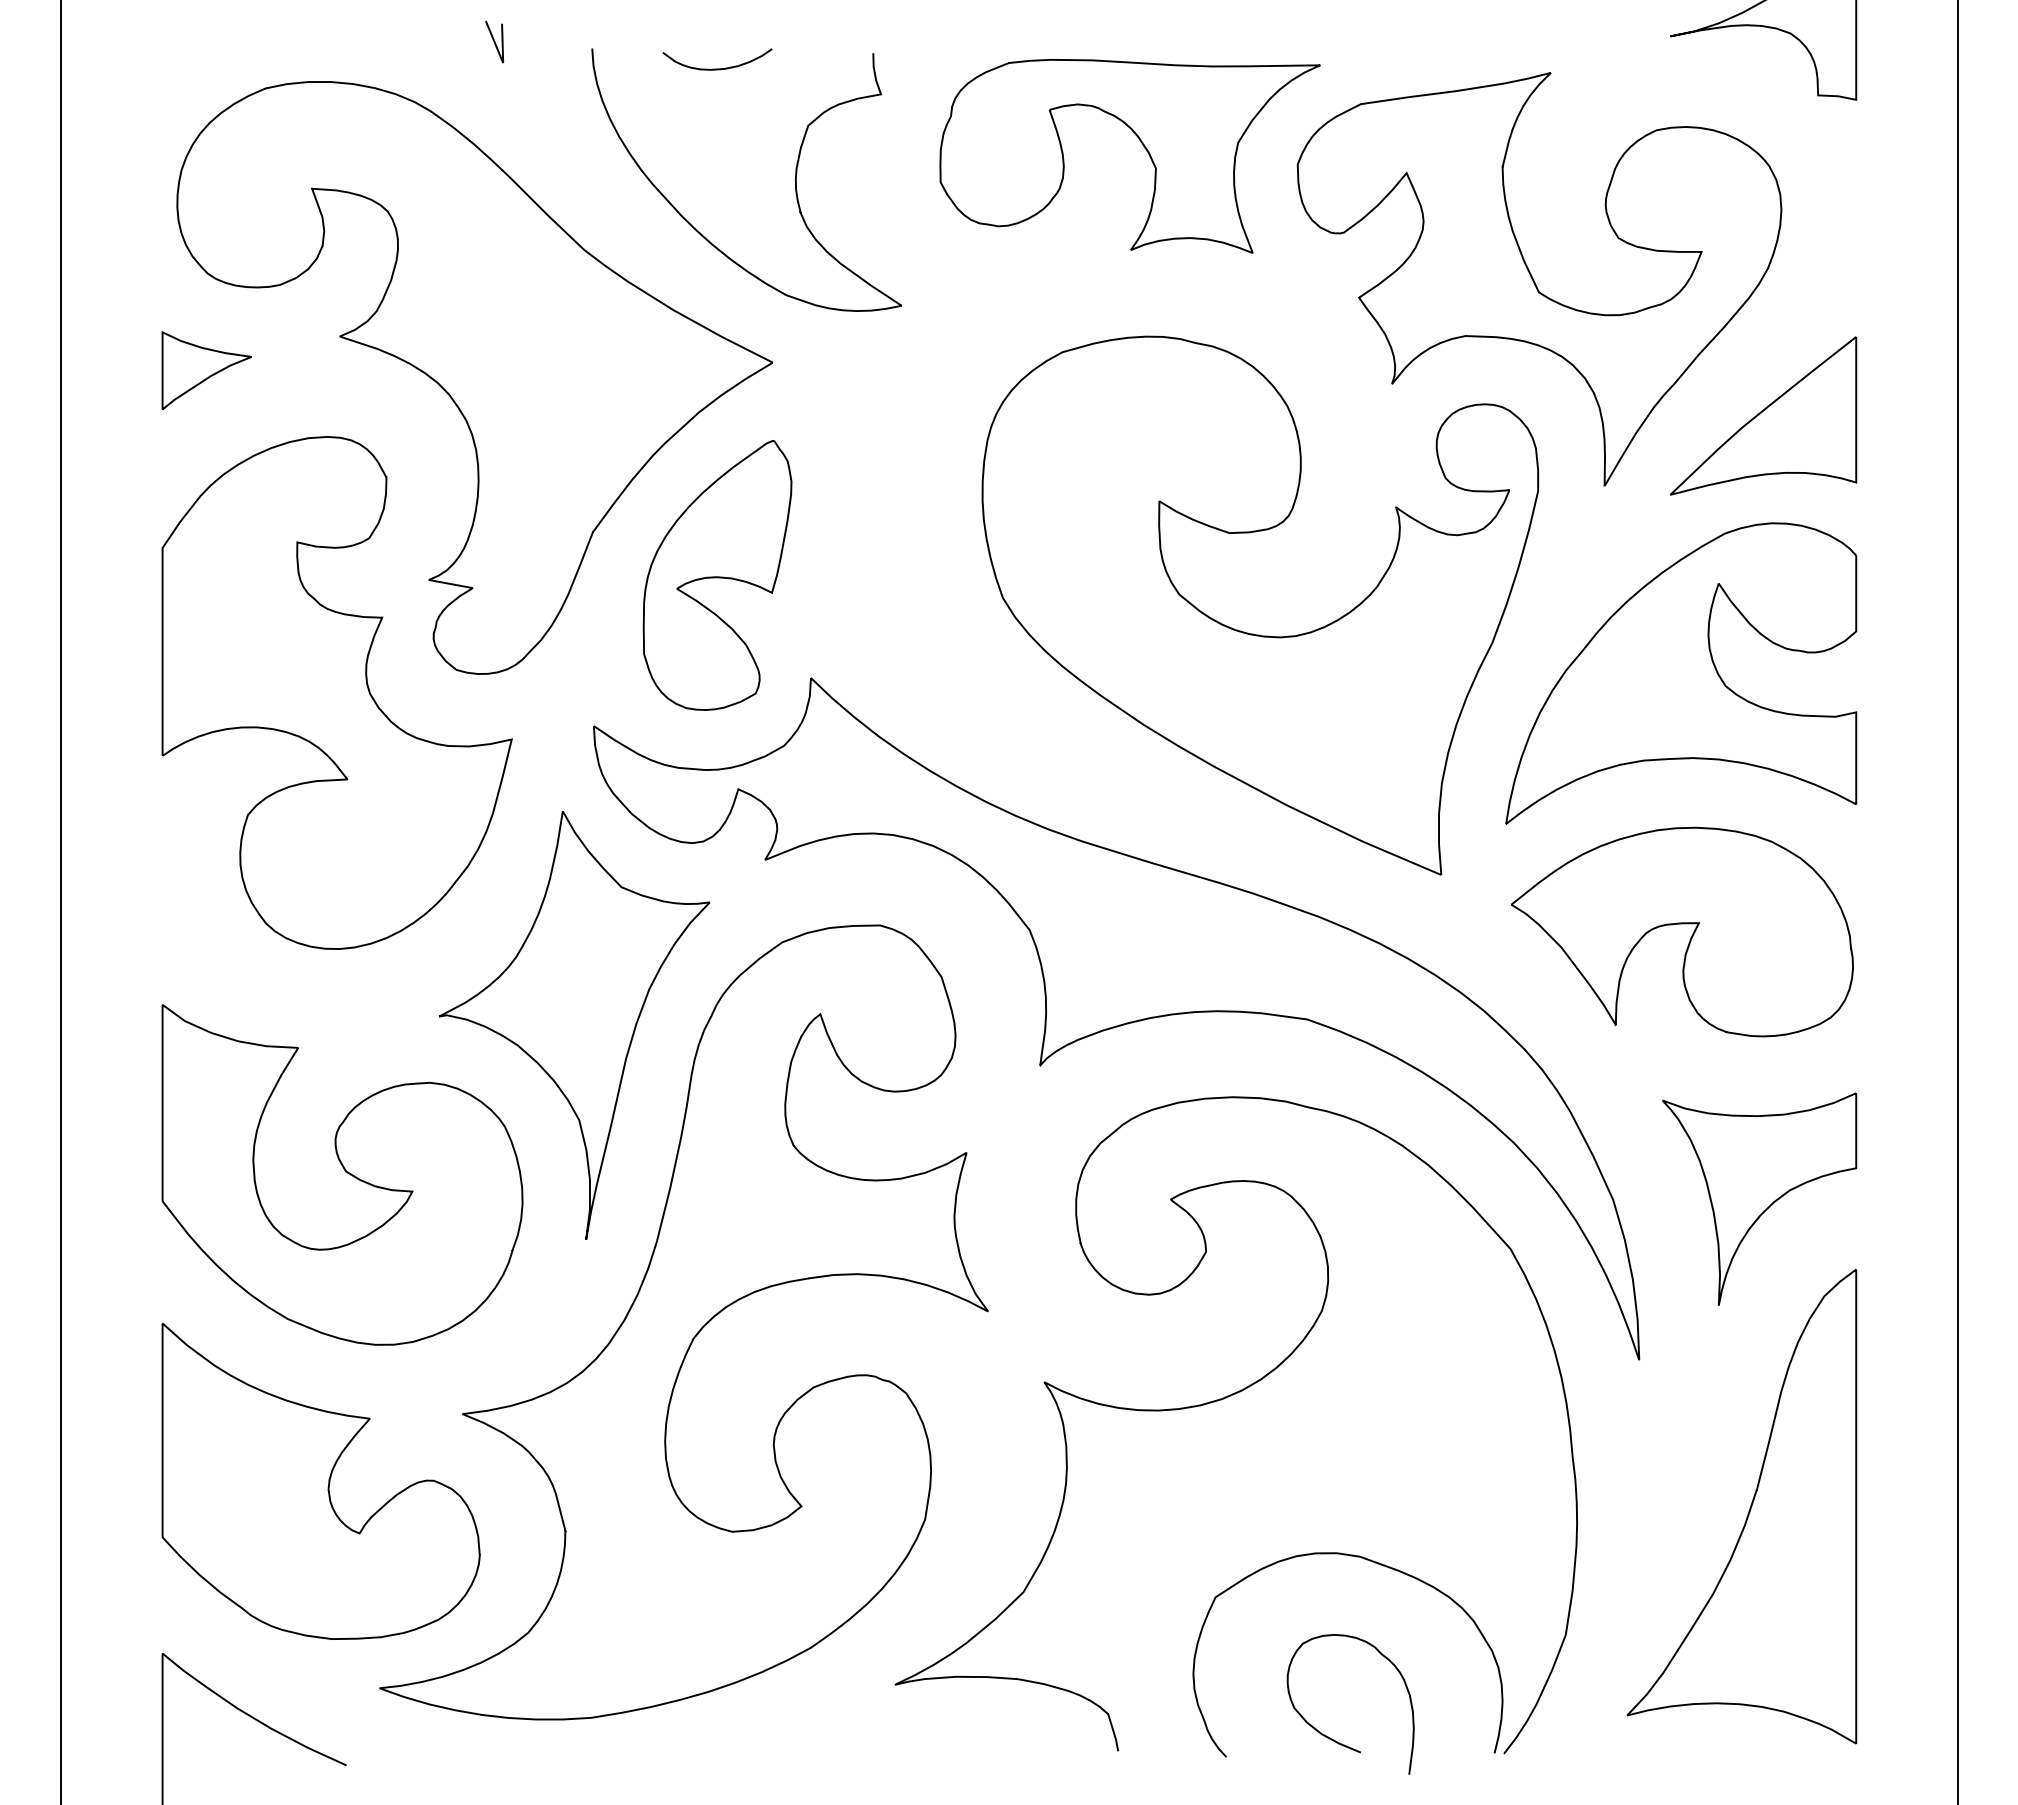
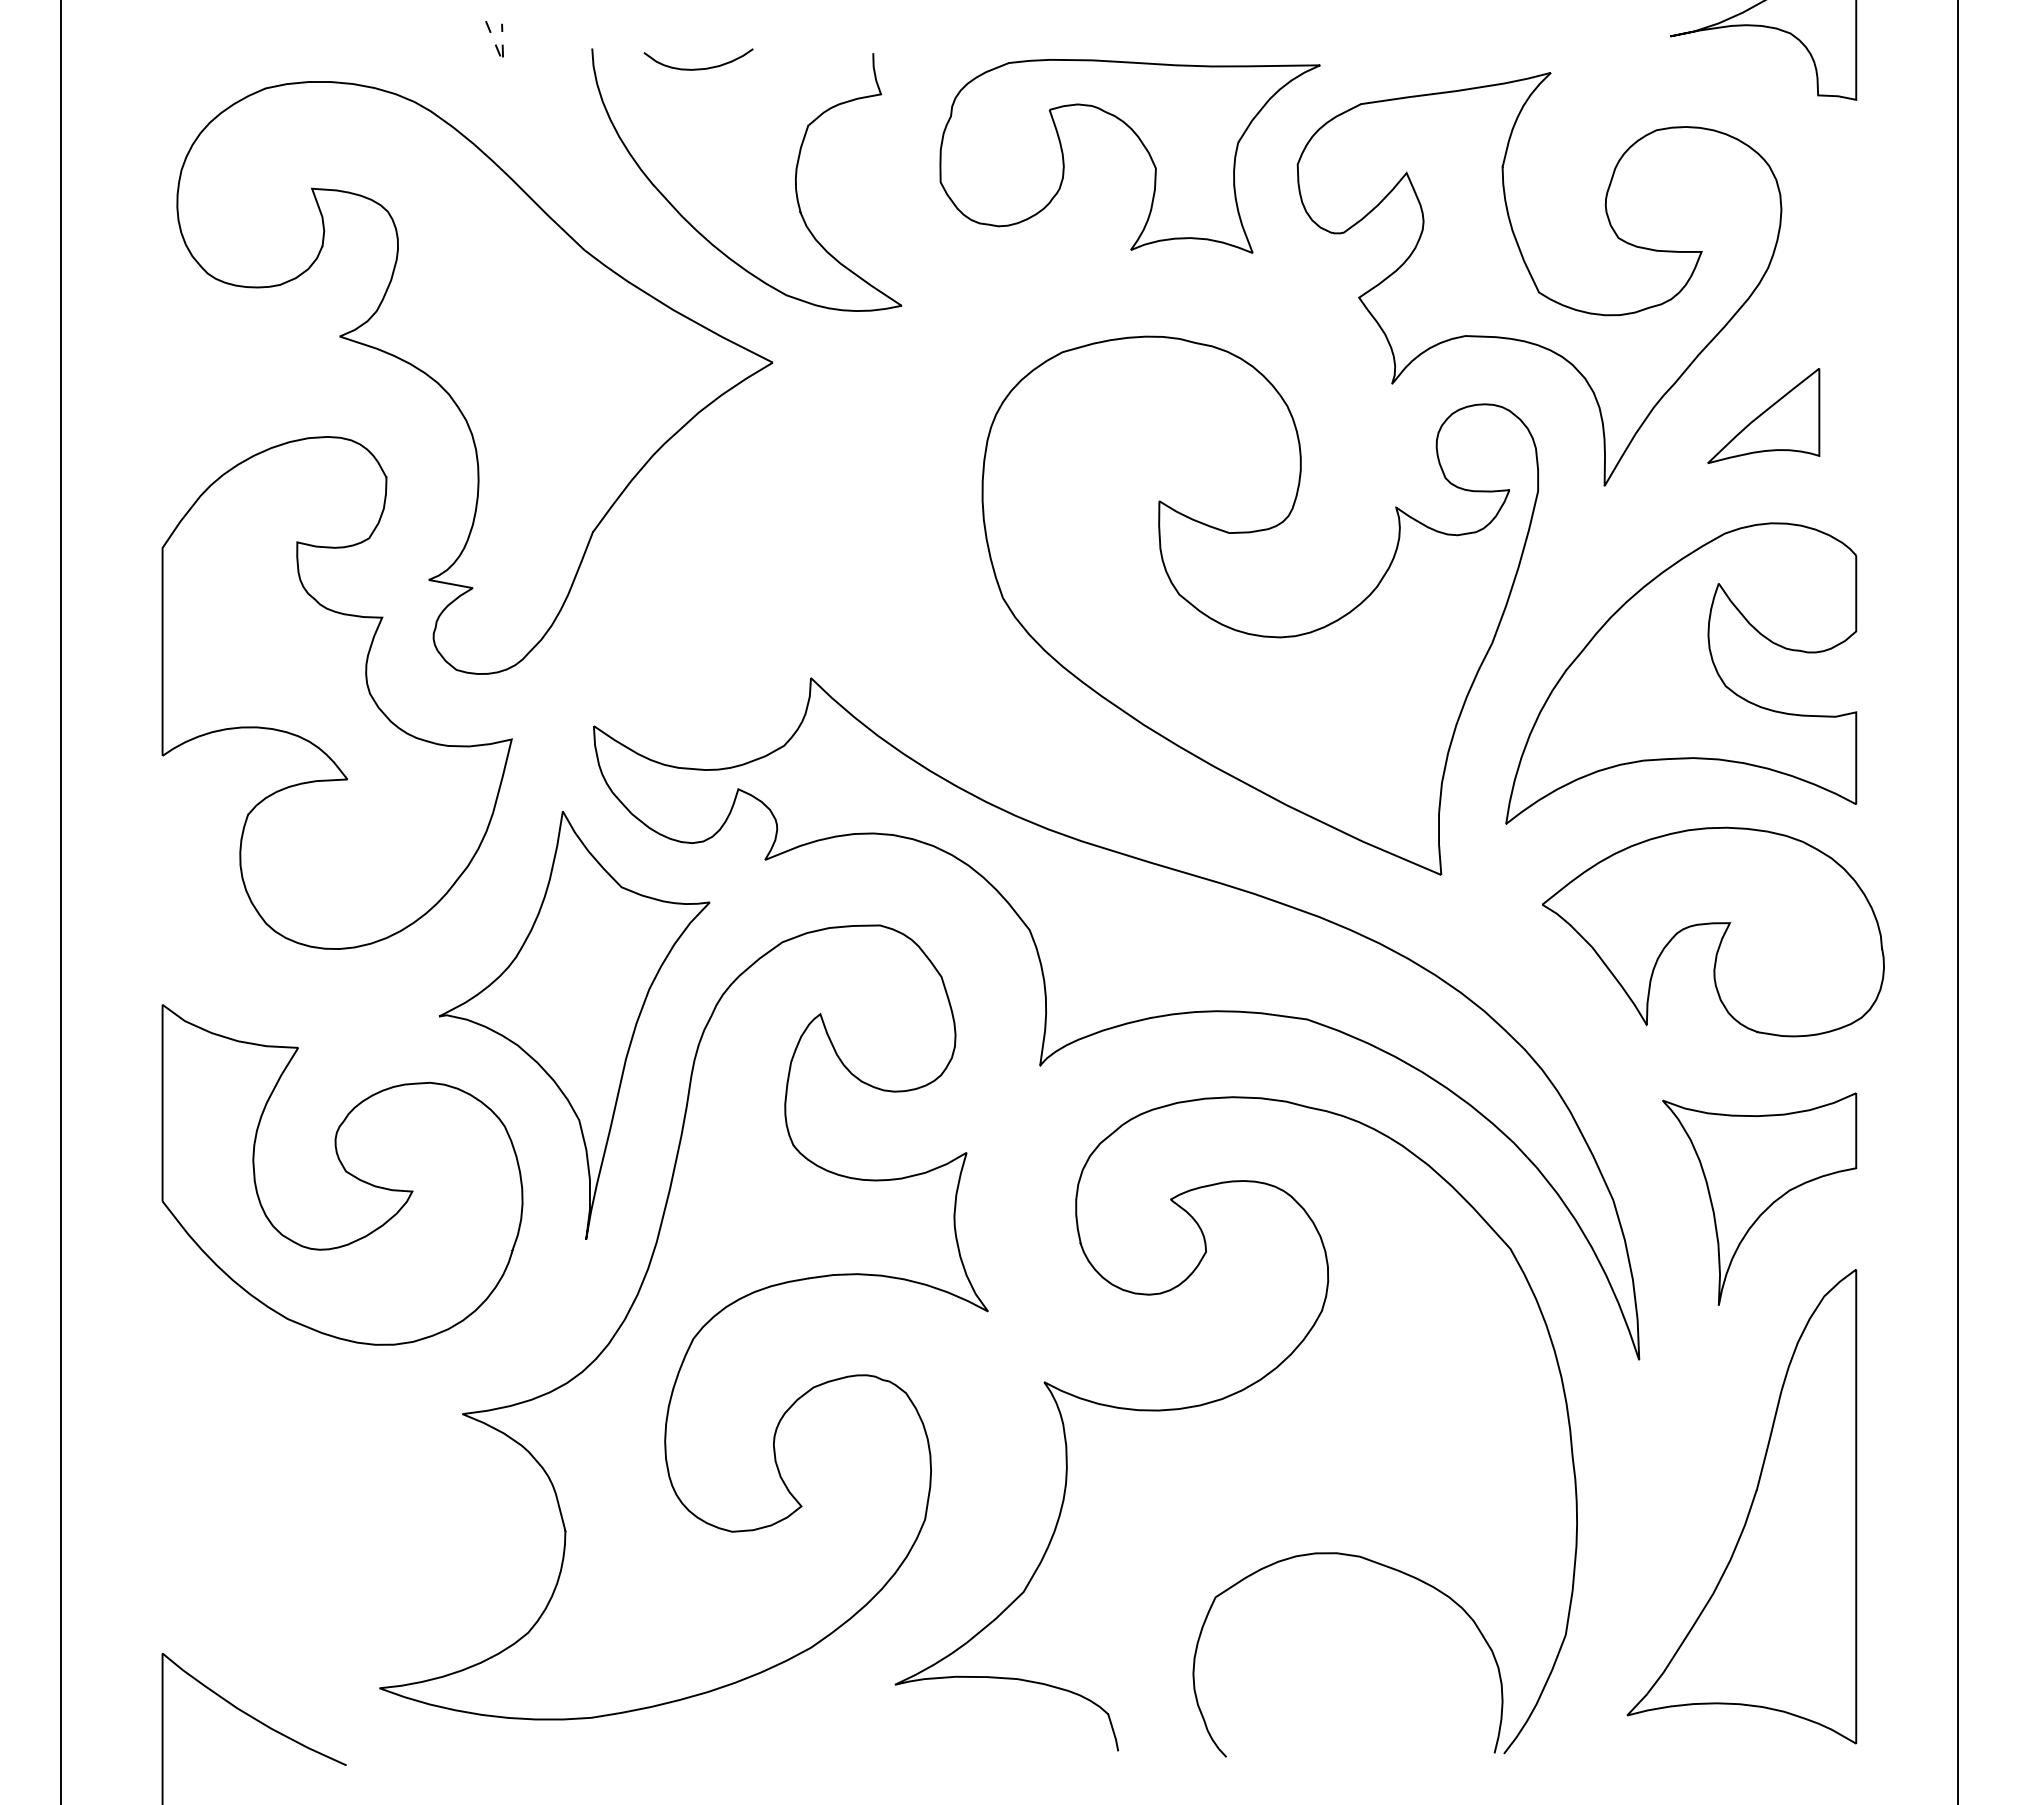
line at (502, 61): solid -> dashed
curve at (717, 68) position: (717, 68) -> (698, 68)
part at (206, 370): present -> none
part at (1763, 415) size: 188x160 px -> 114x97 px
part at (717, 575): present -> none
part at (1682, 924) position: (1682, 924) -> (1713, 924)
part at (320, 1481): present -> none
curve at (1332, 1738): present -> none
